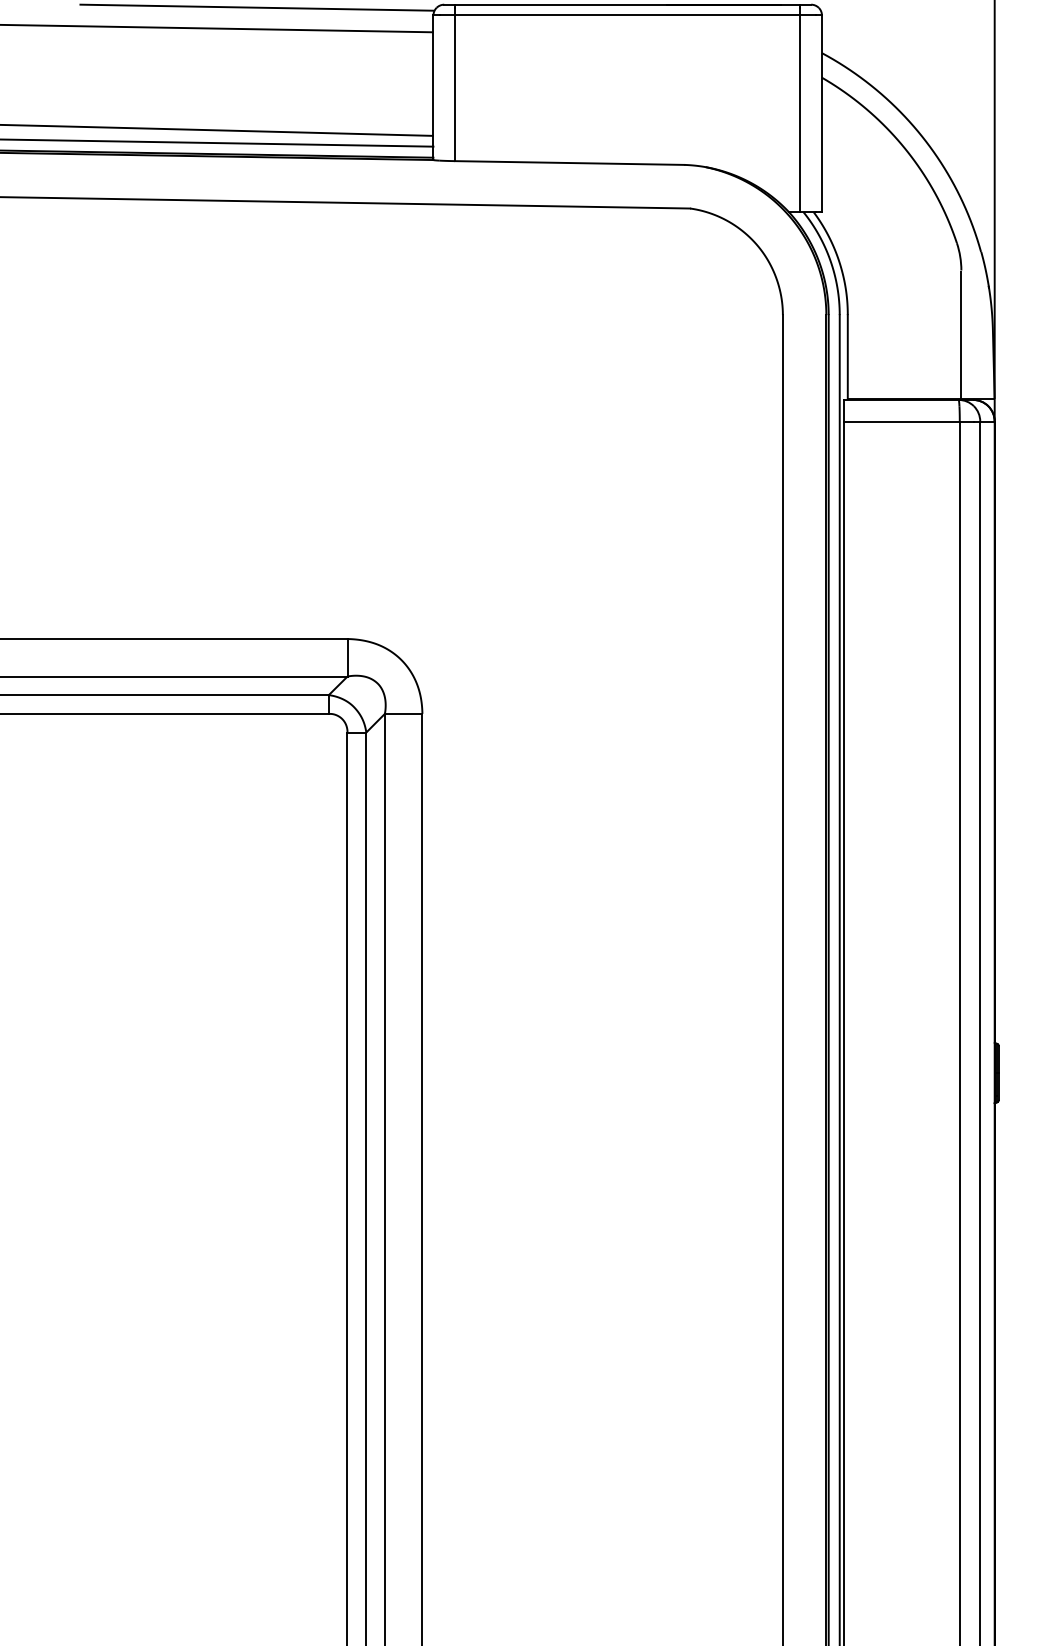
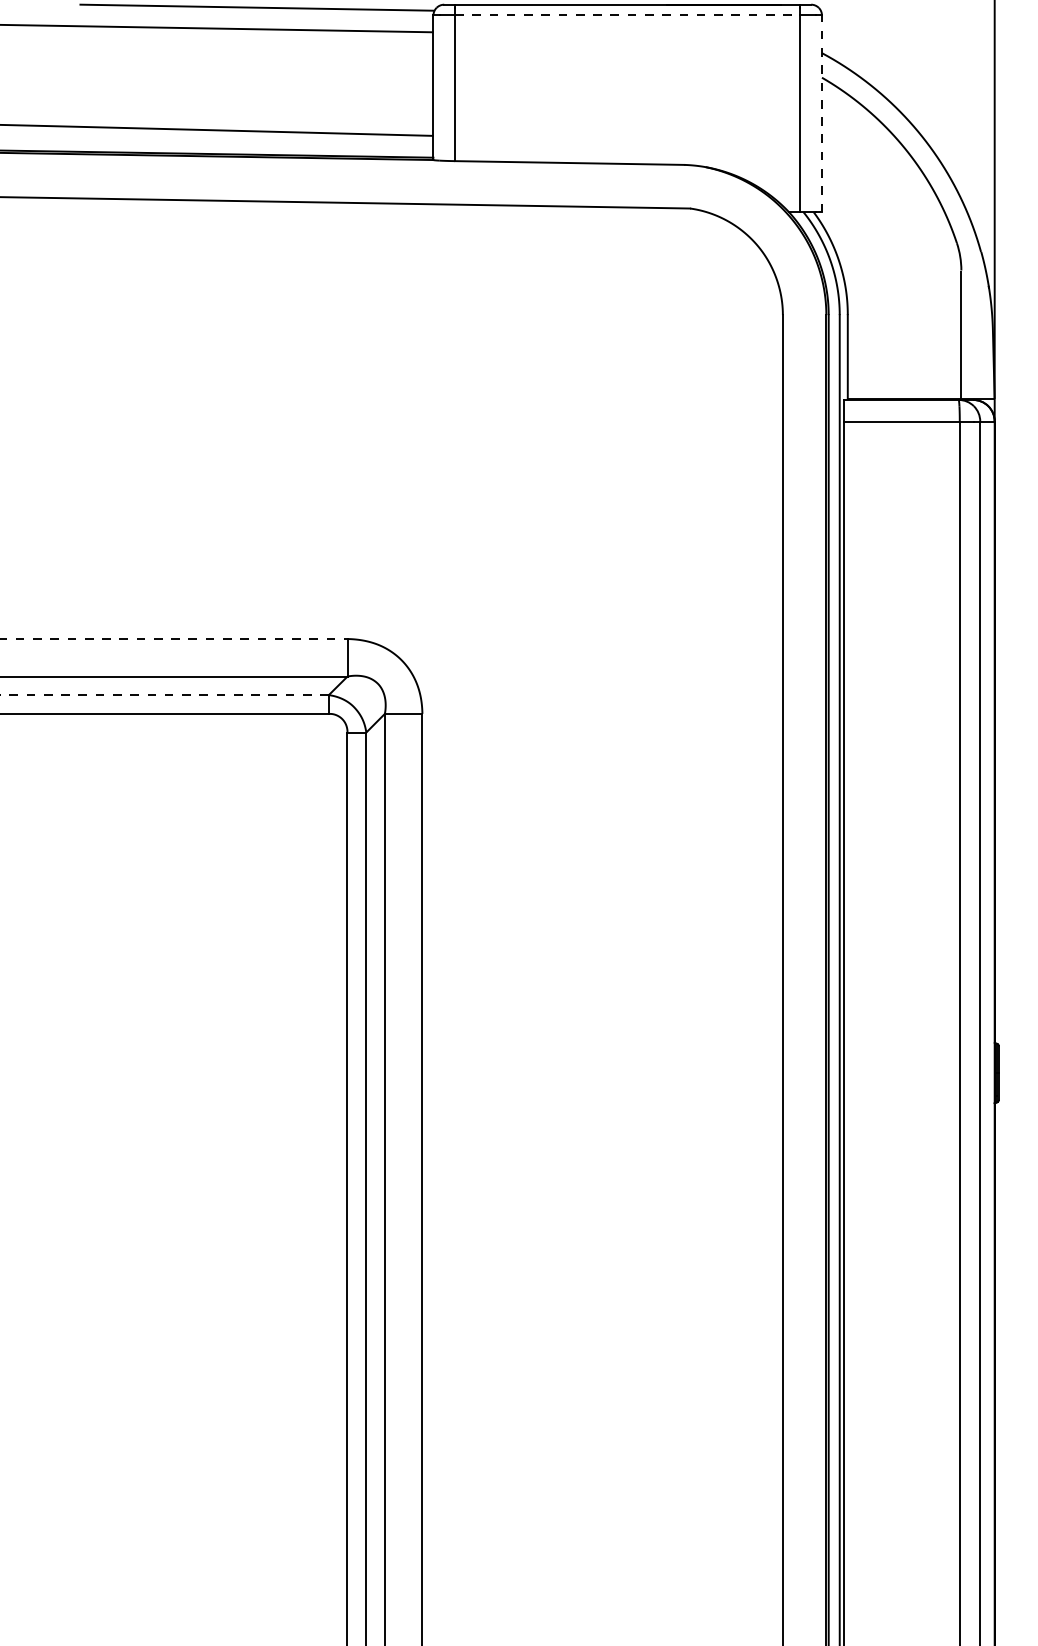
line at (627, 15): solid -> dashed
line at (821, 113): solid -> dashed
line at (217, 142): present -> none
line at (174, 639): solid -> dashed
line at (164, 695): solid -> dashed
